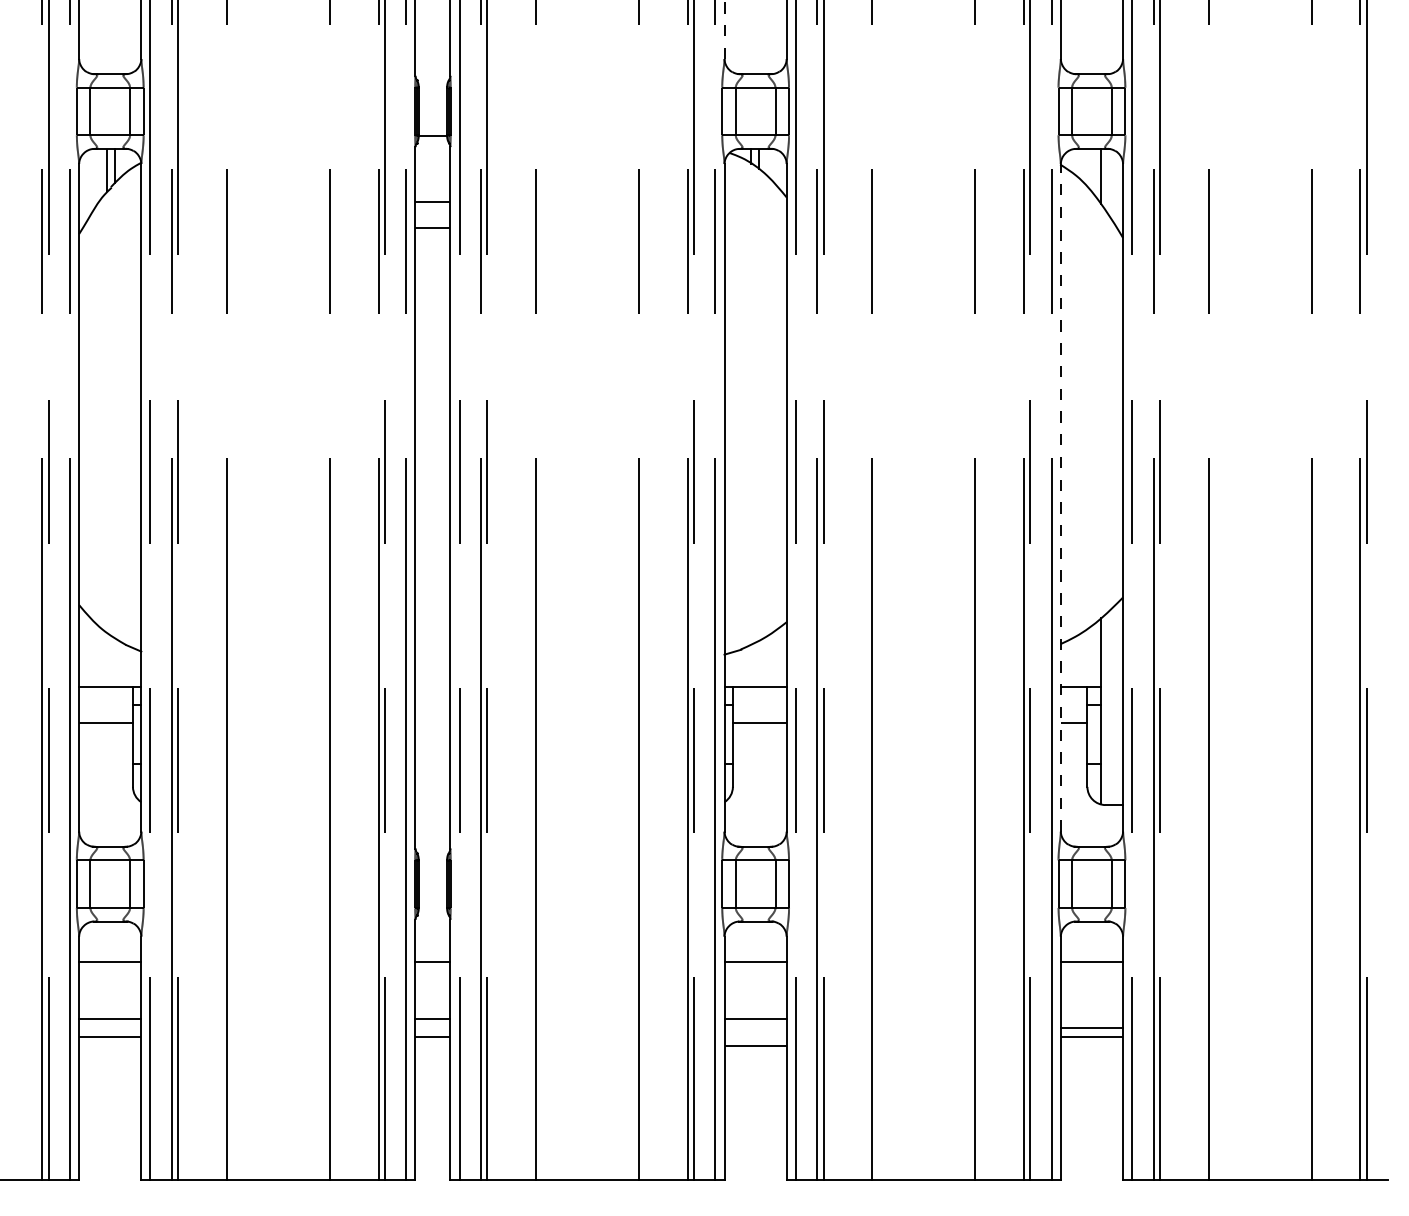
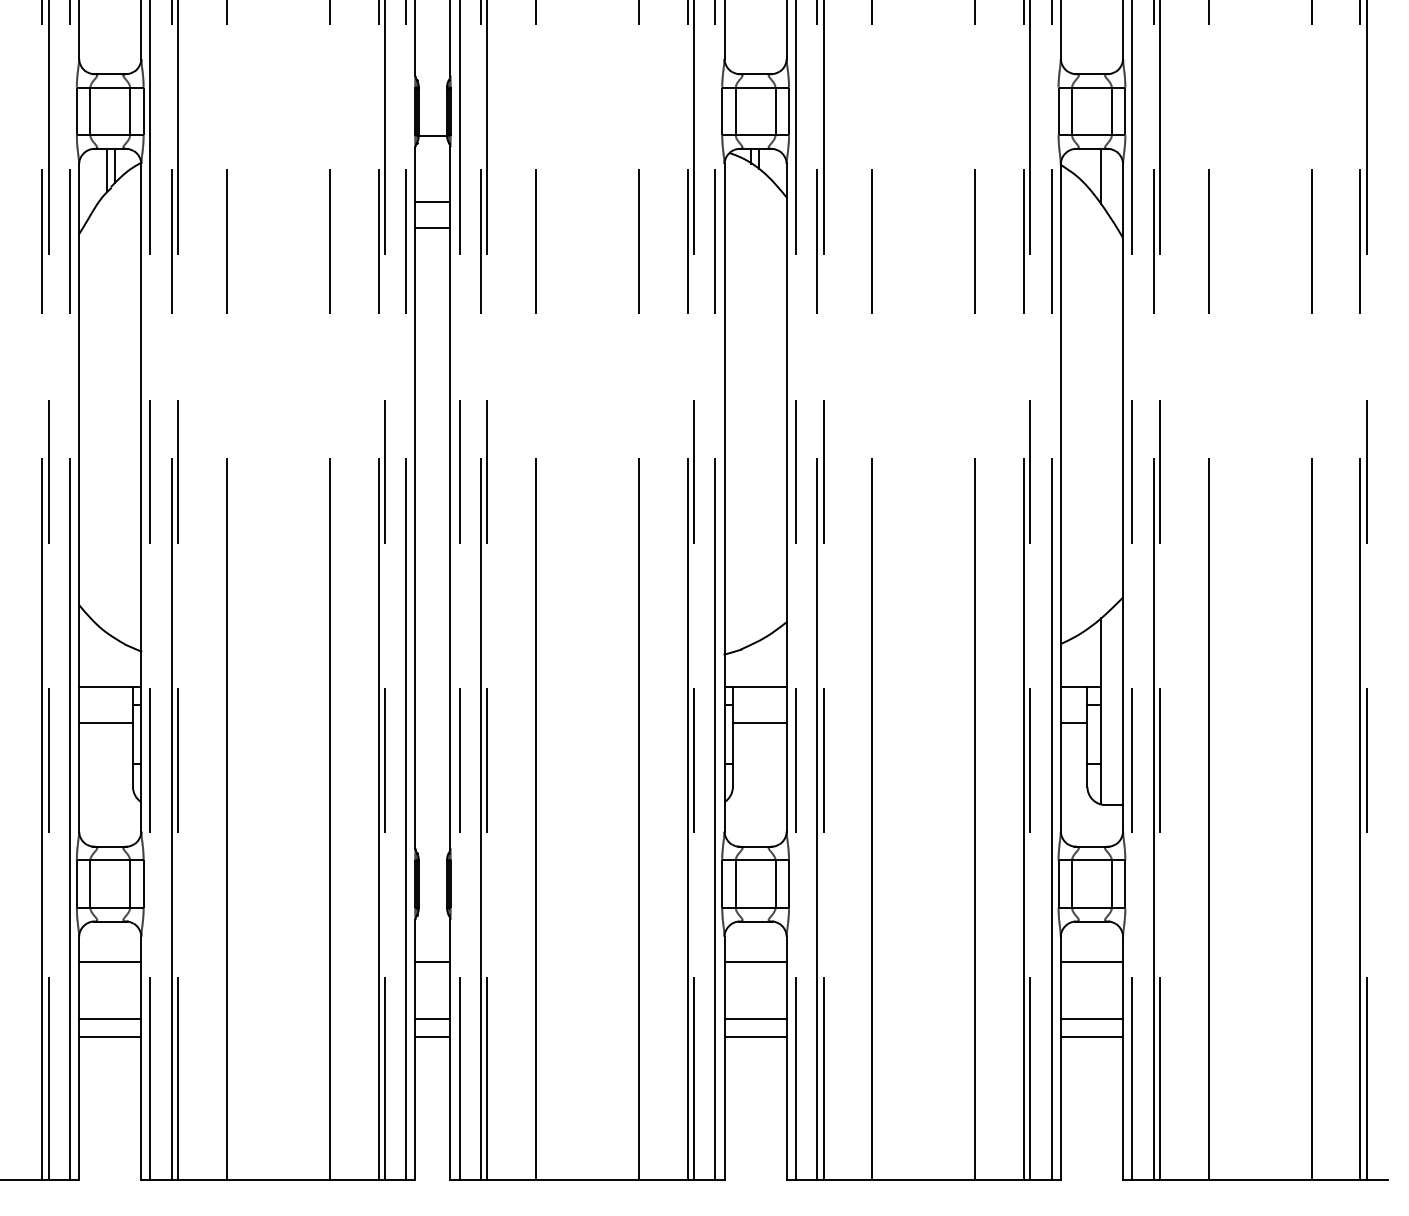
line at (724, 29): dashed -> solid
line at (1060, 497): dashed -> solid
line at (1091, 1027) position: (1091, 1027) -> (1091, 1018)
line at (755, 1045) position: (755, 1045) -> (755, 1036)
